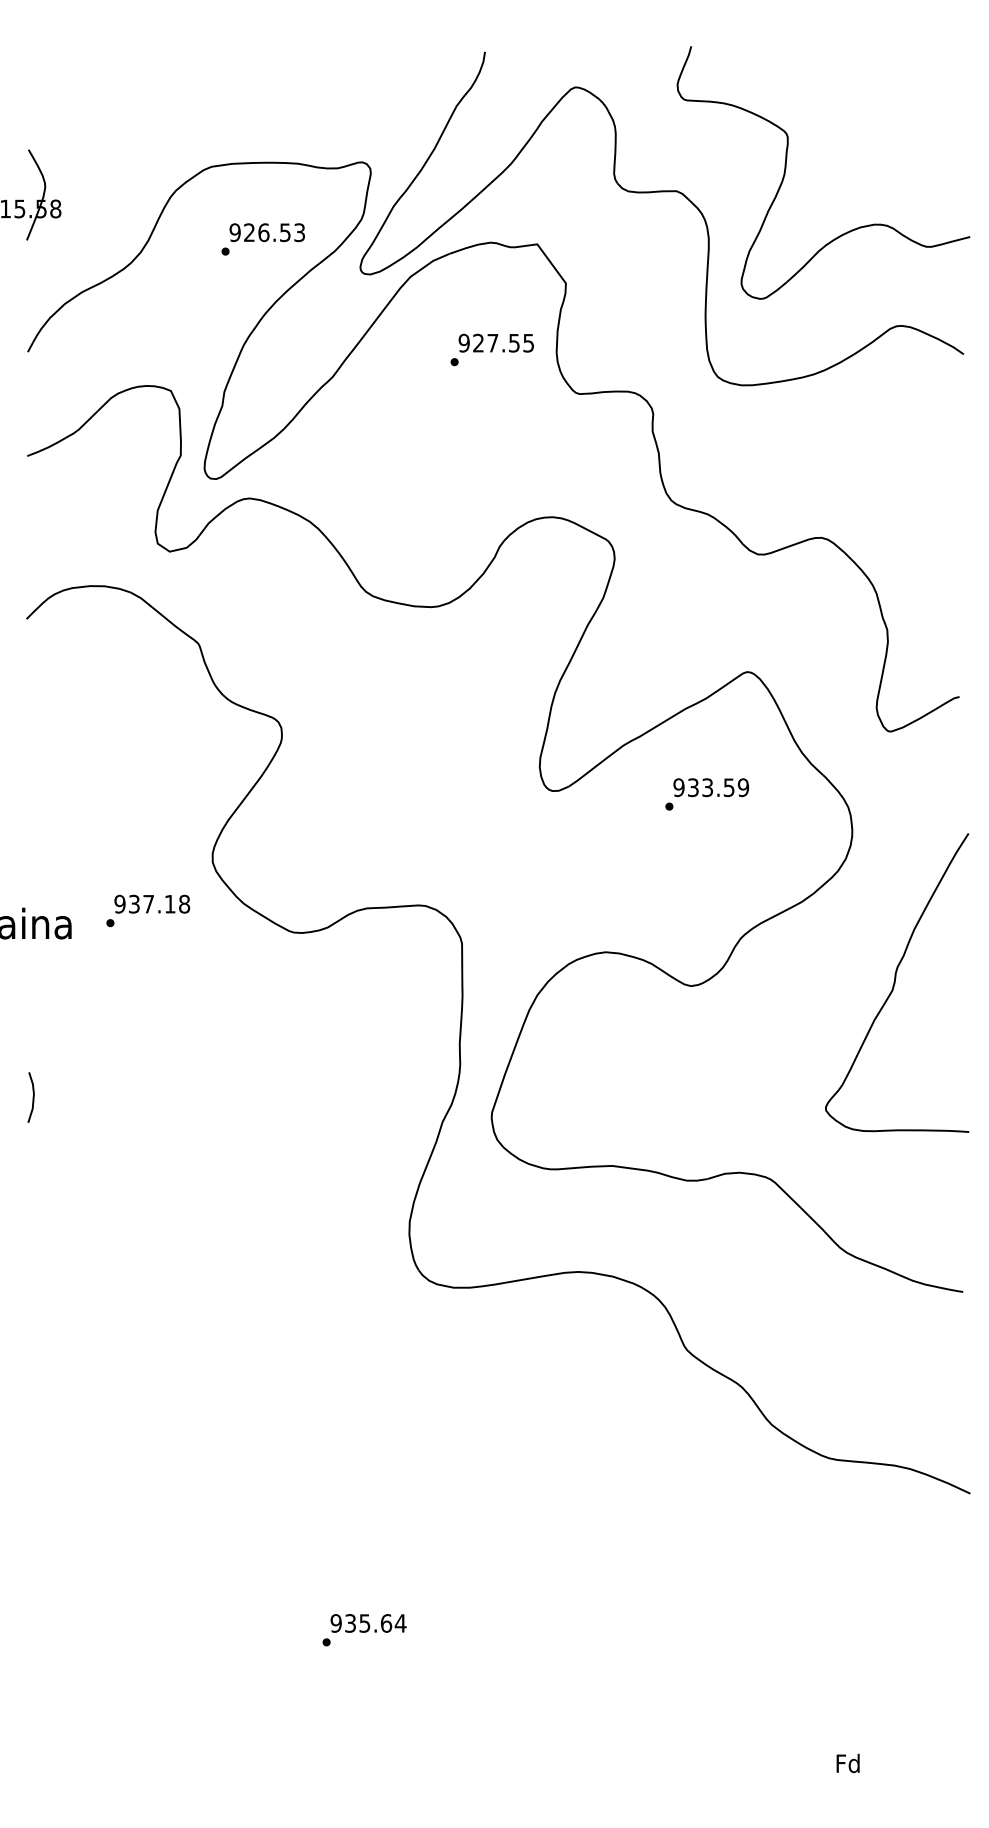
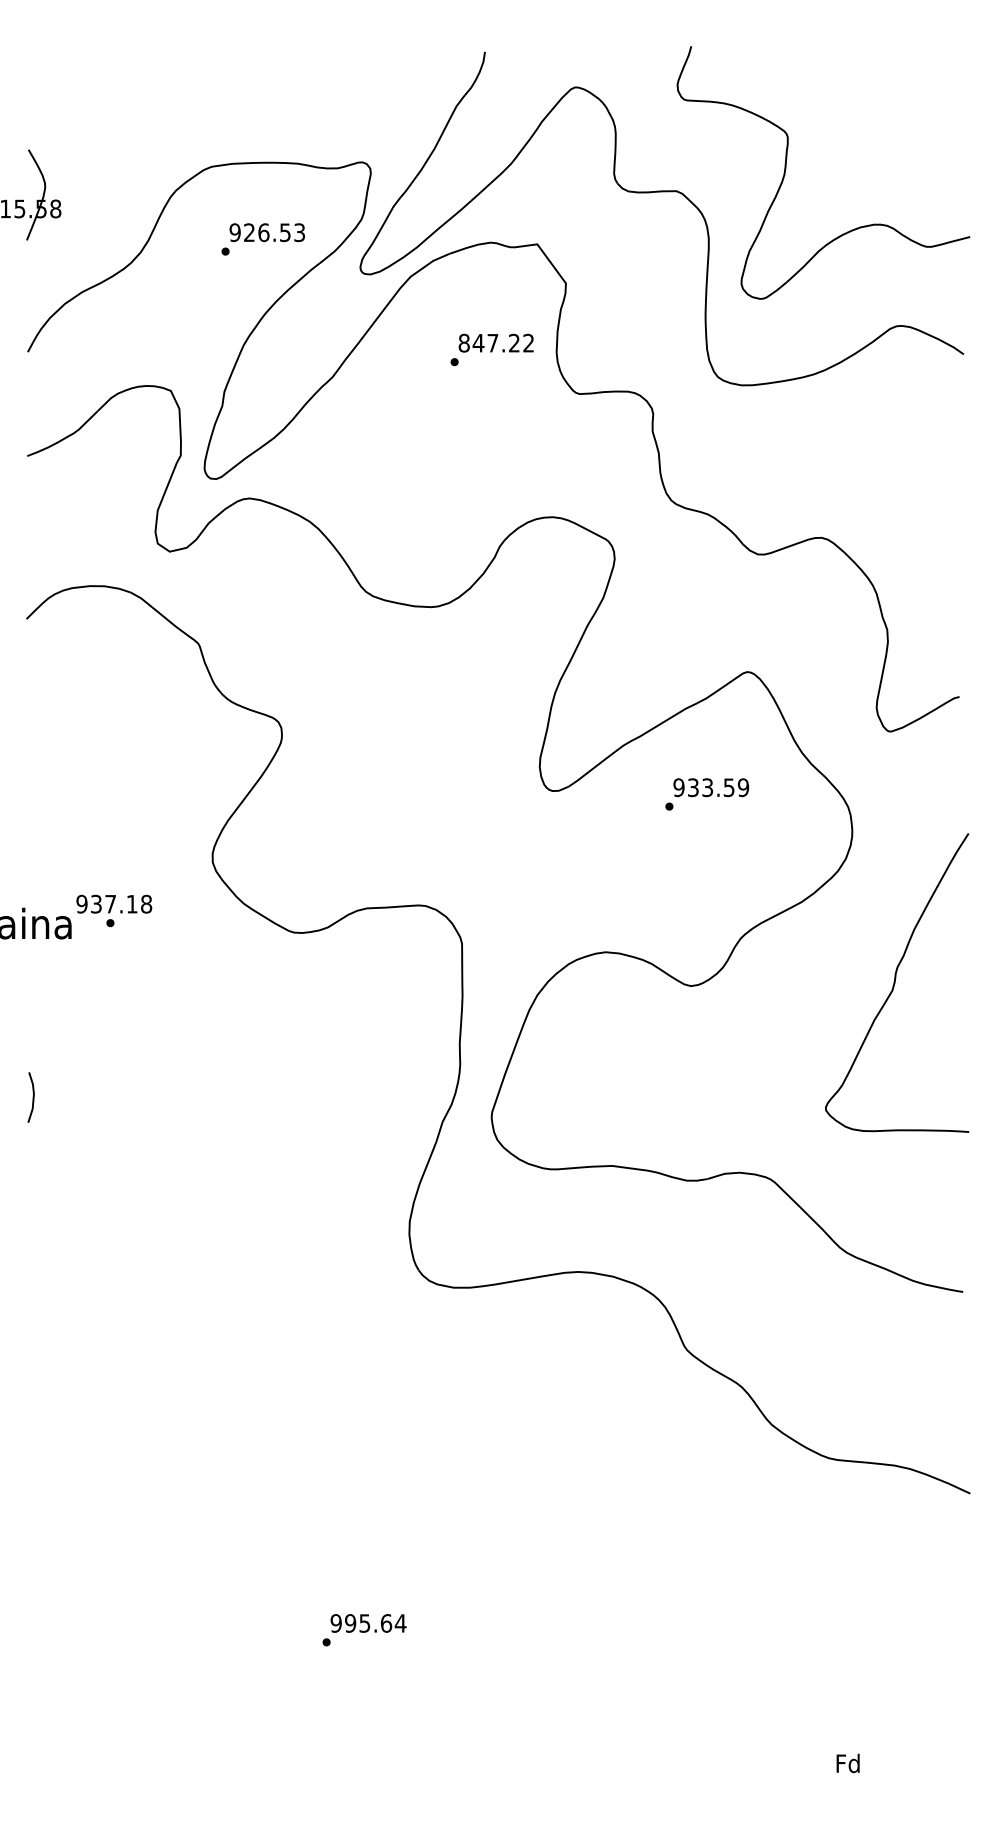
text at (495, 342): 927.55 -> 847.22
text at (152, 903) position: (152, 903) -> (114, 903)
text at (350, 1623): 935.64 -> 995.64
